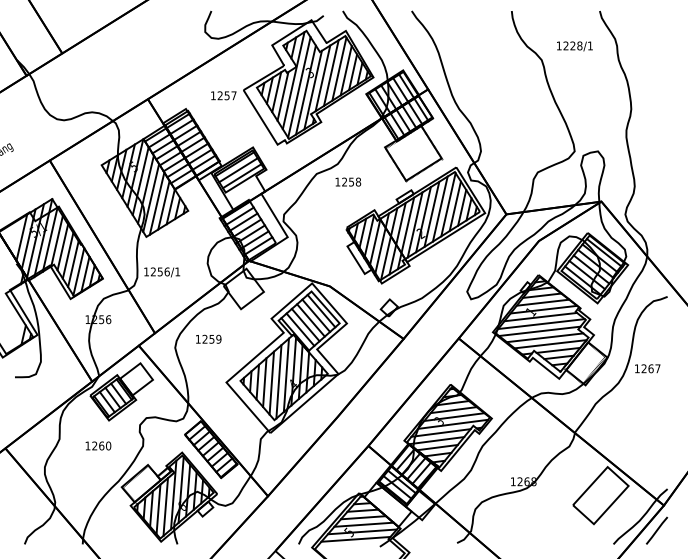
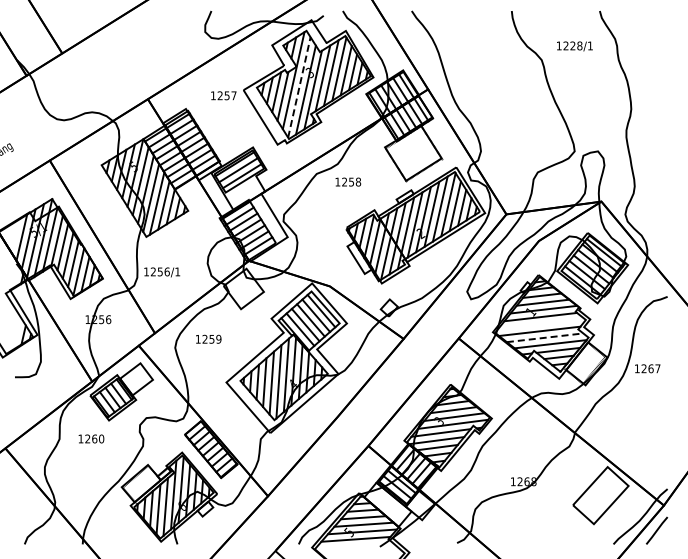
line at (299, 86): solid -> dashed
line at (541, 324): present -> none
line at (545, 337): solid -> dashed
text at (98, 445) position: (98, 445) -> (91, 438)
